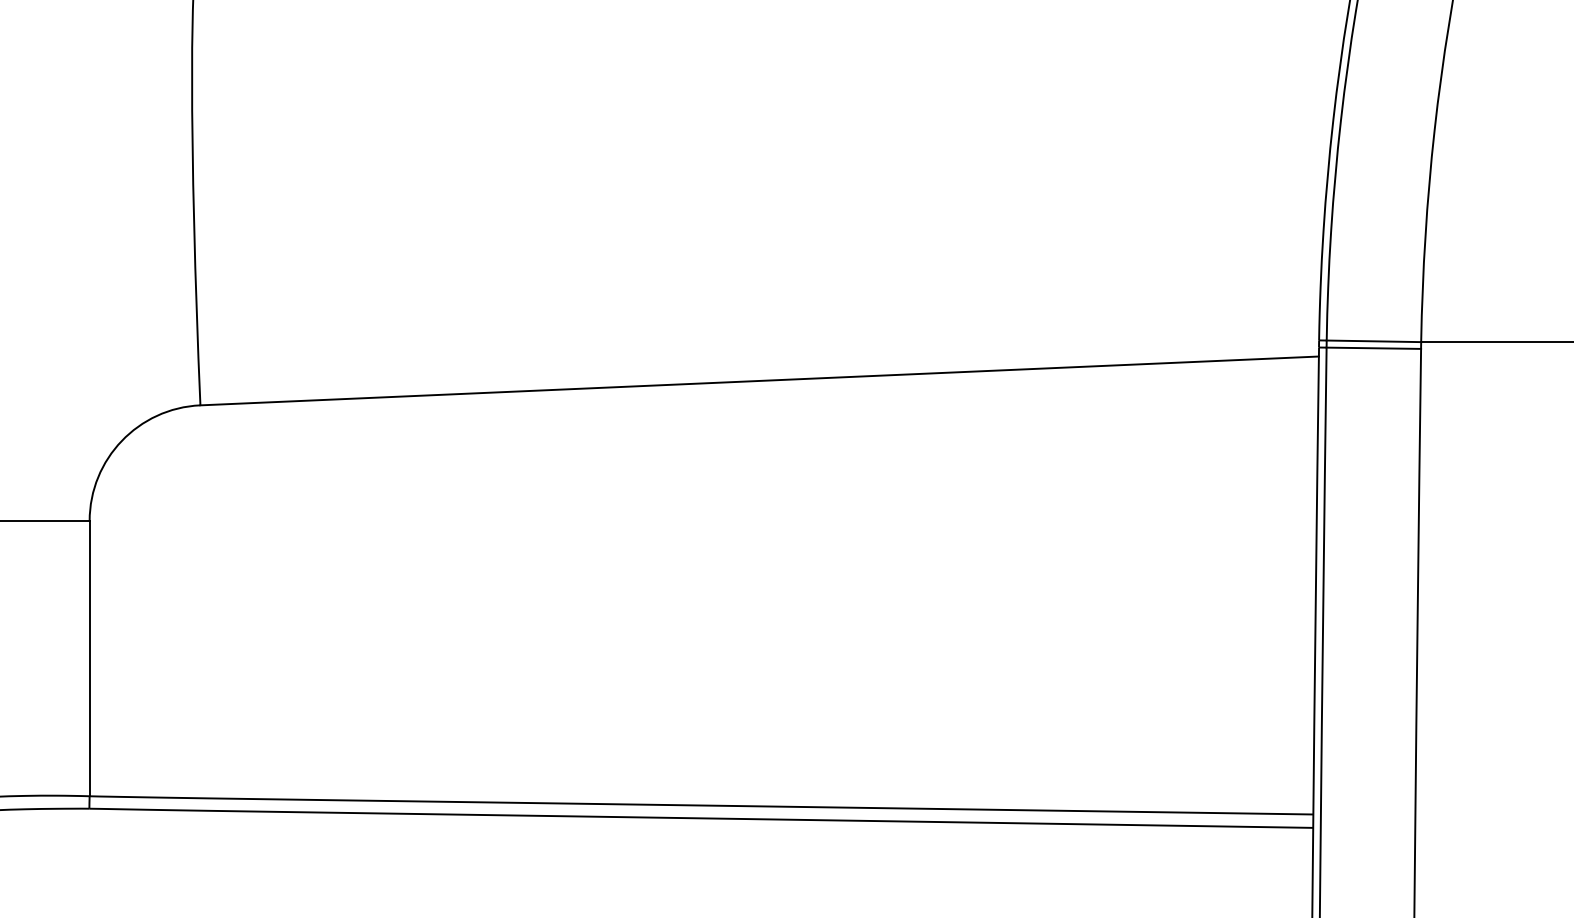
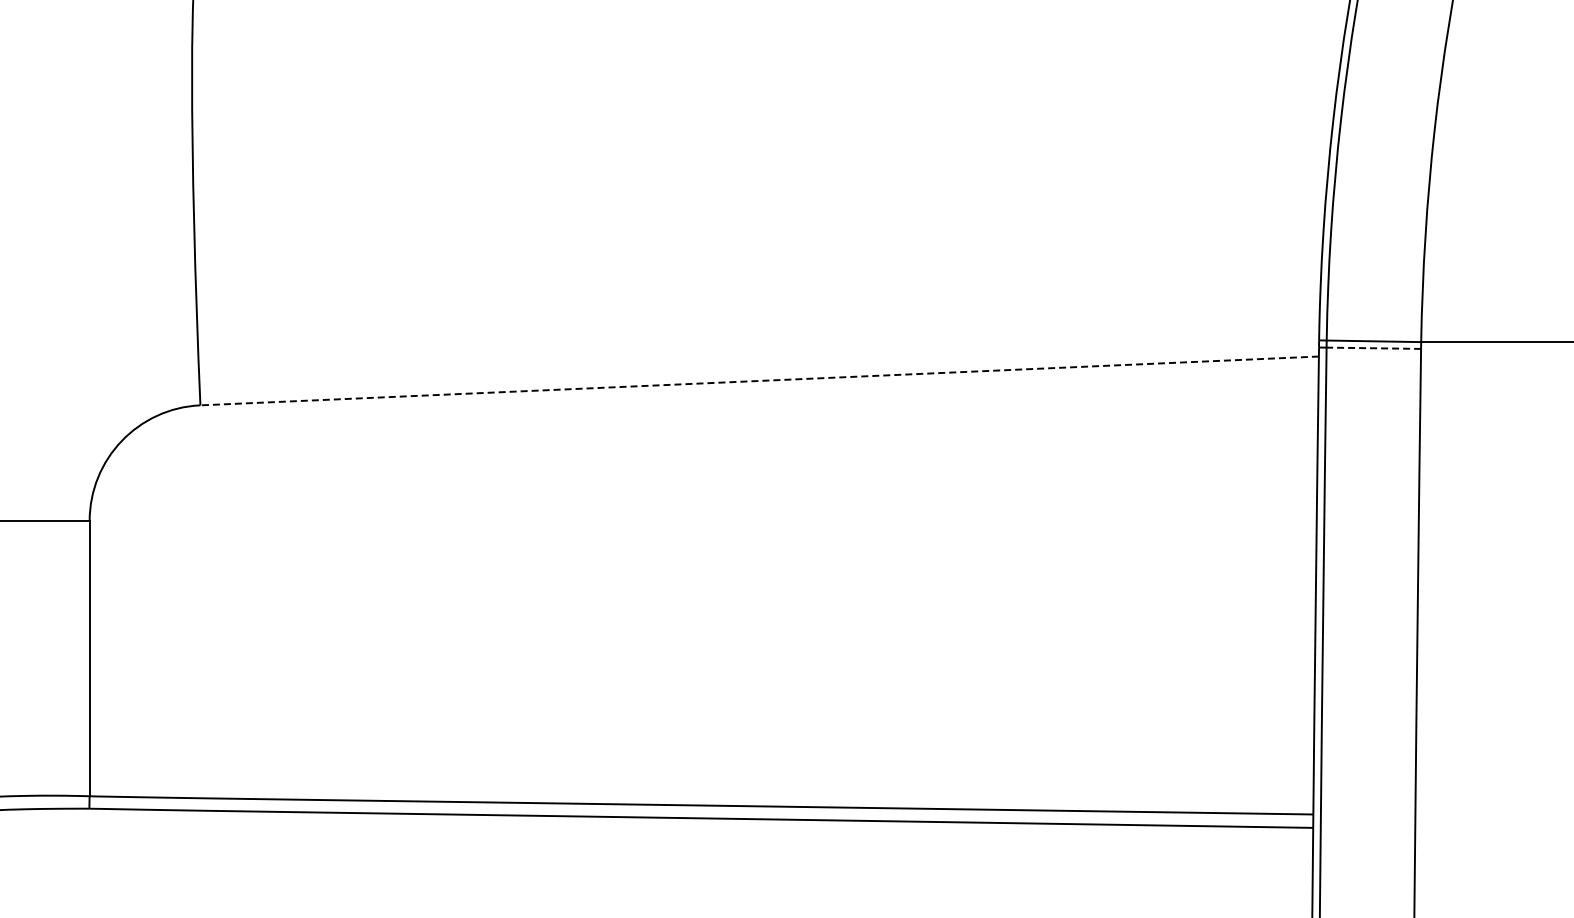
line at (1373, 348): solid -> dashed
line at (759, 380): solid -> dashed
